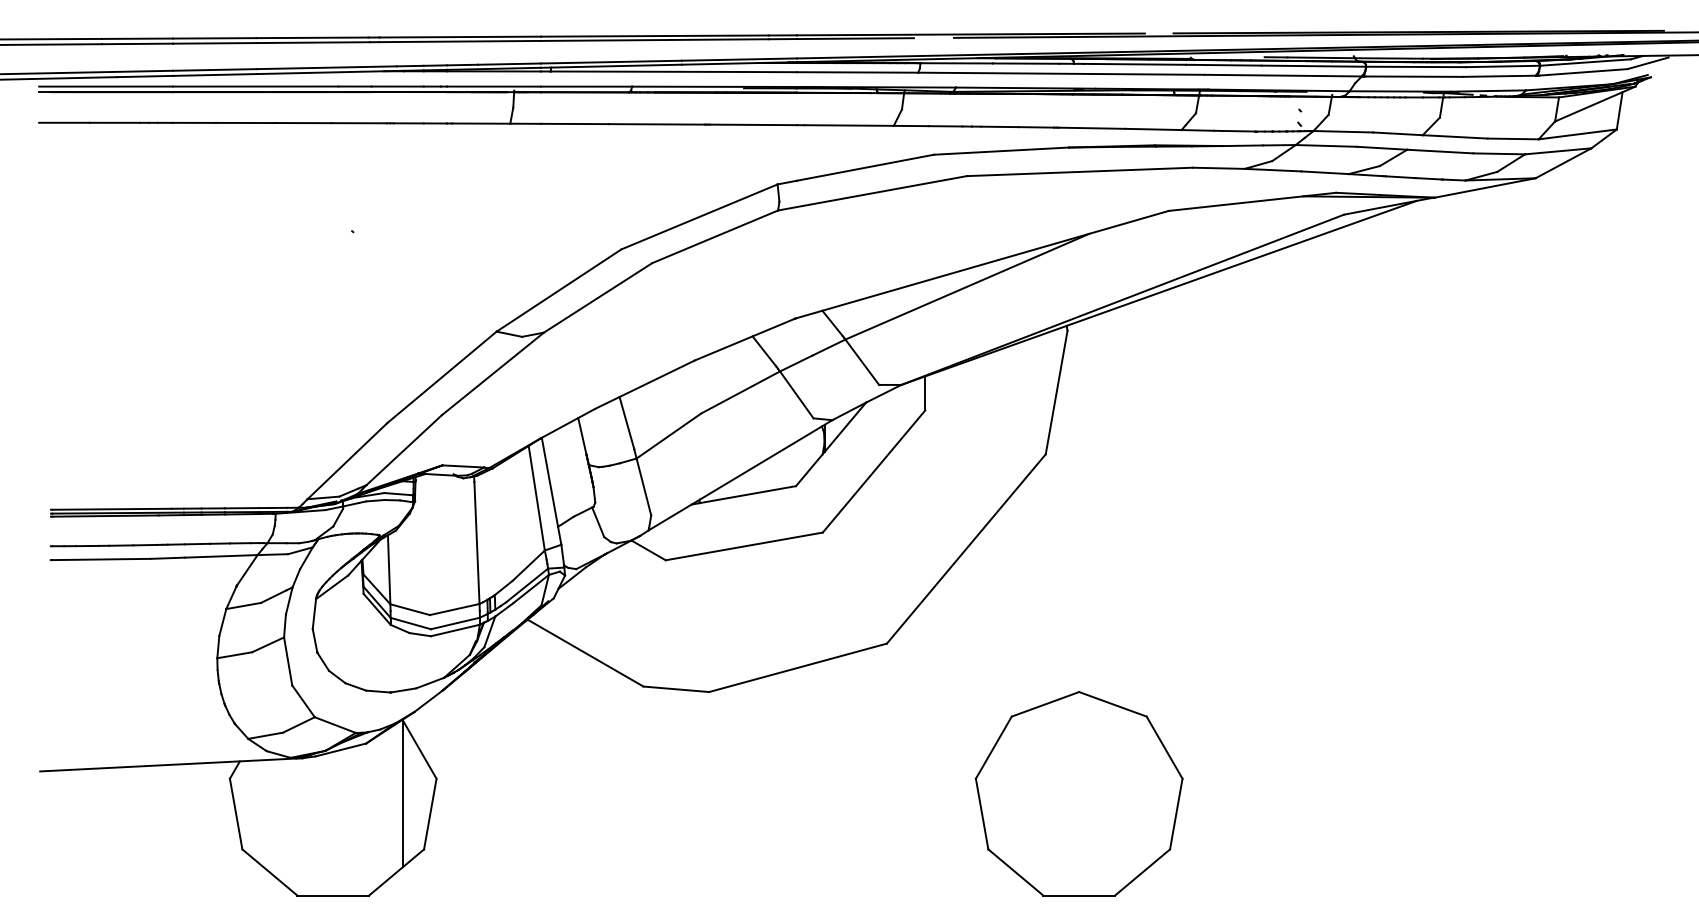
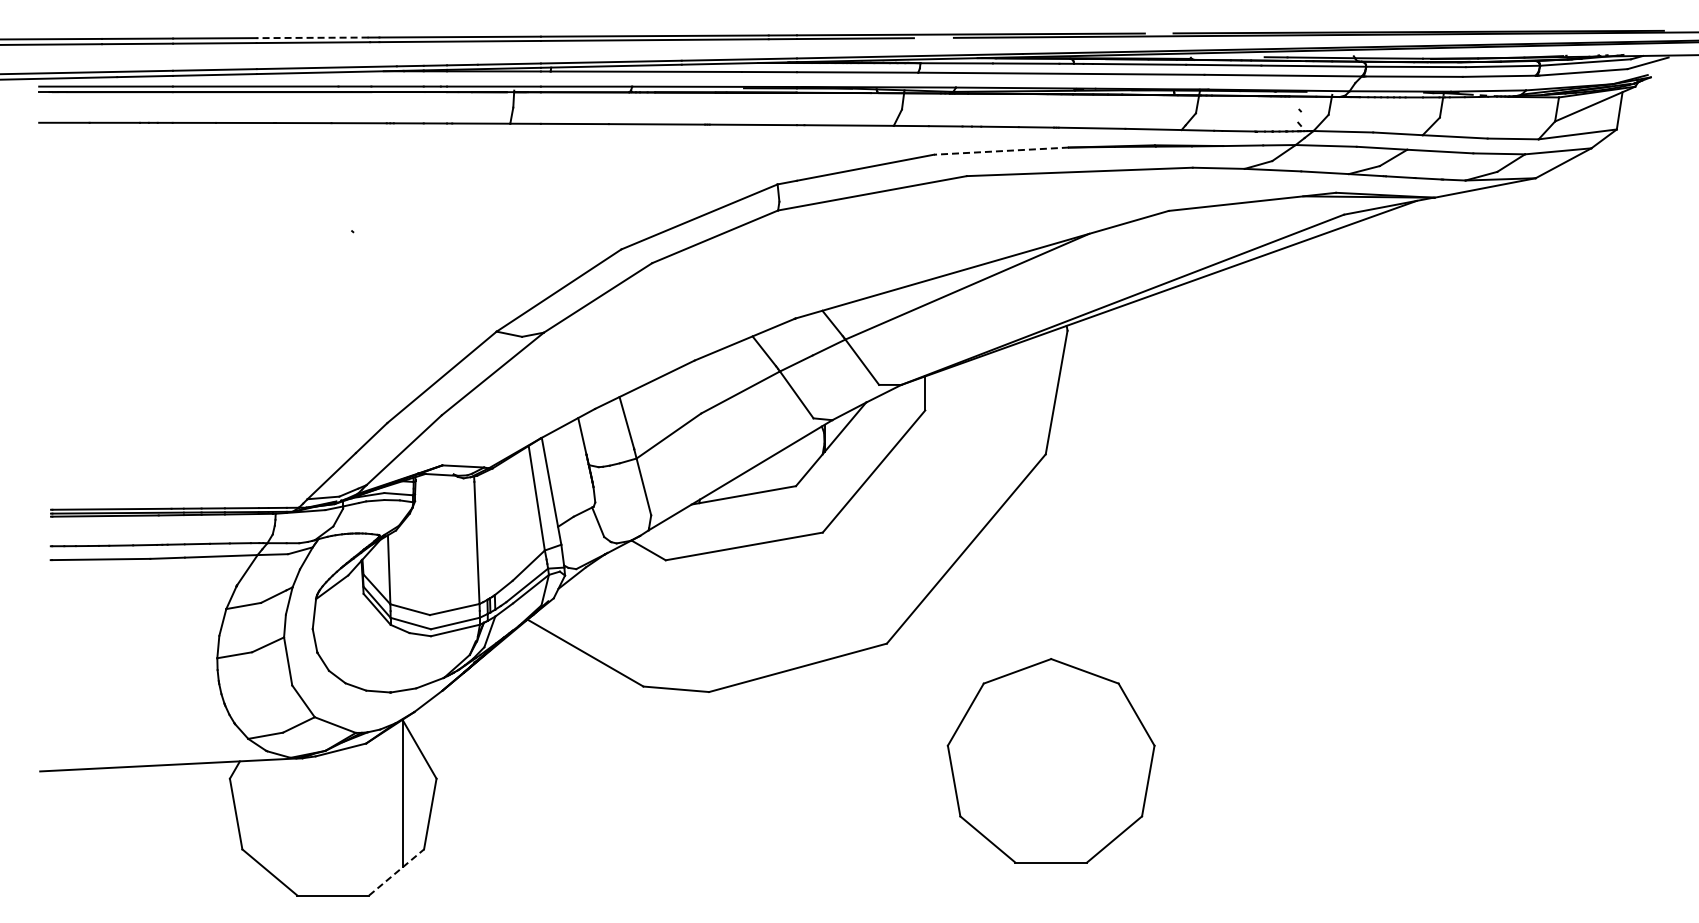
line at (312, 37): solid -> dashed
line at (1001, 151): solid -> dashed
part at (1078, 793) position: (1078, 793) -> (1050, 760)
line at (396, 872): solid -> dashed
